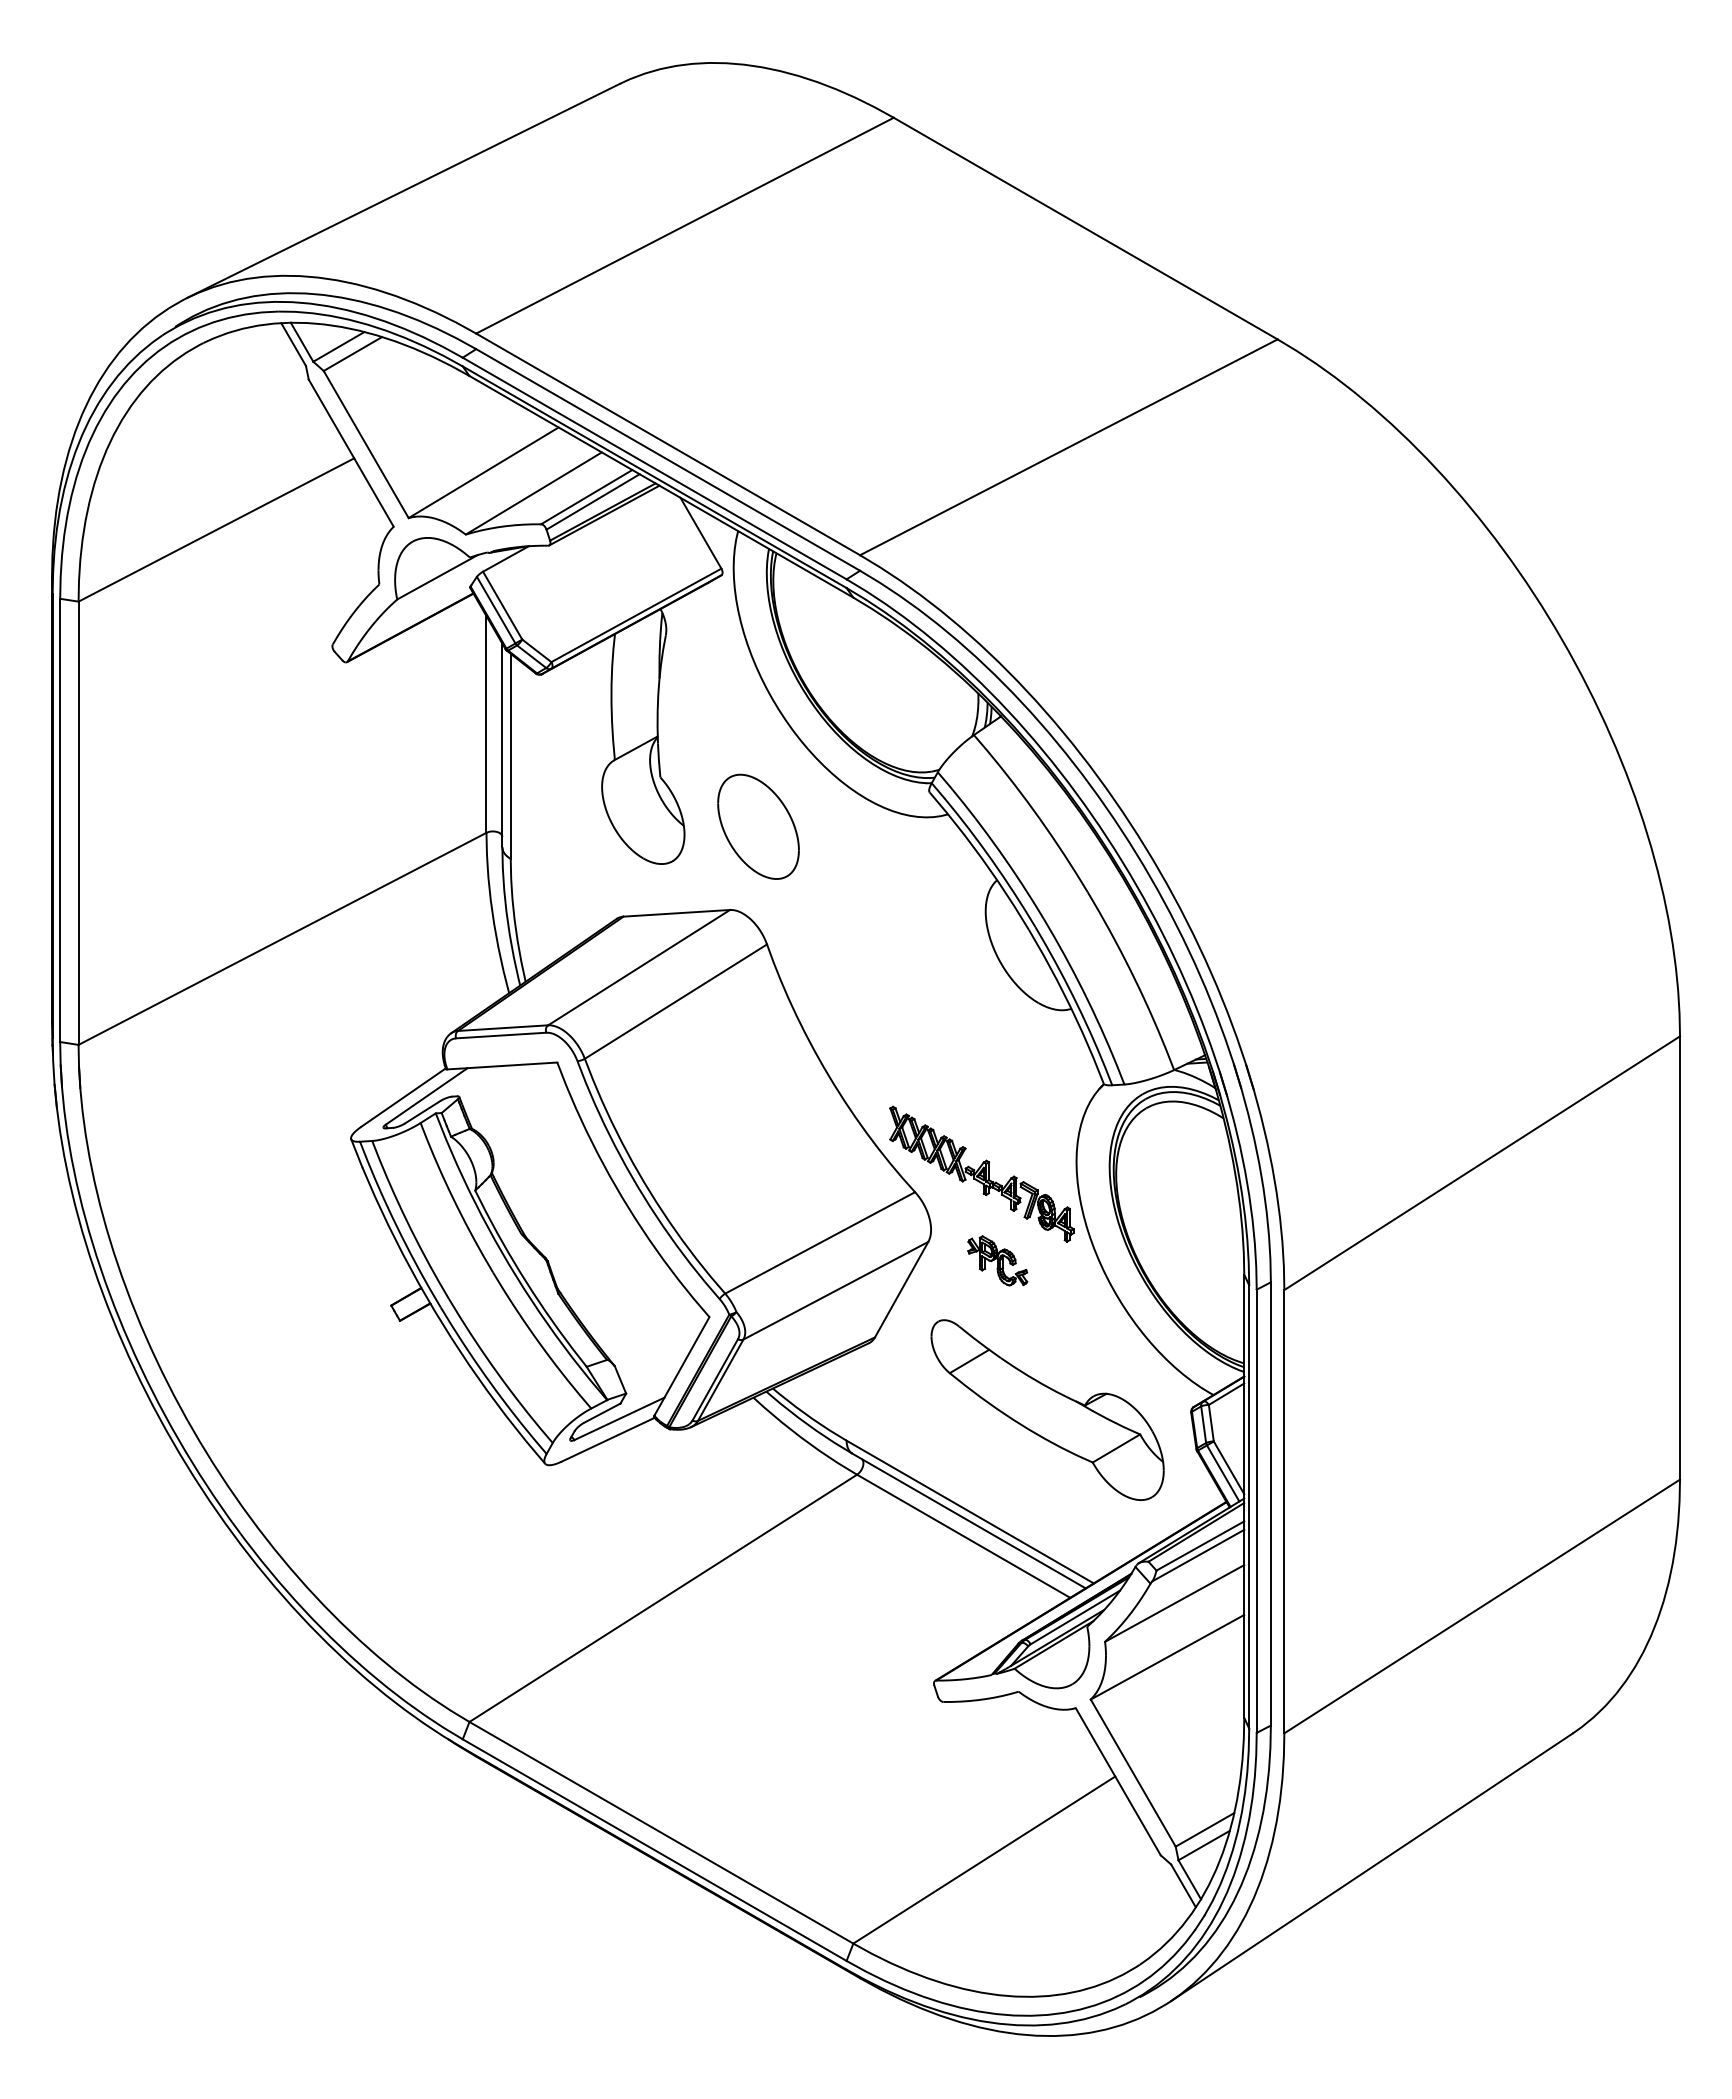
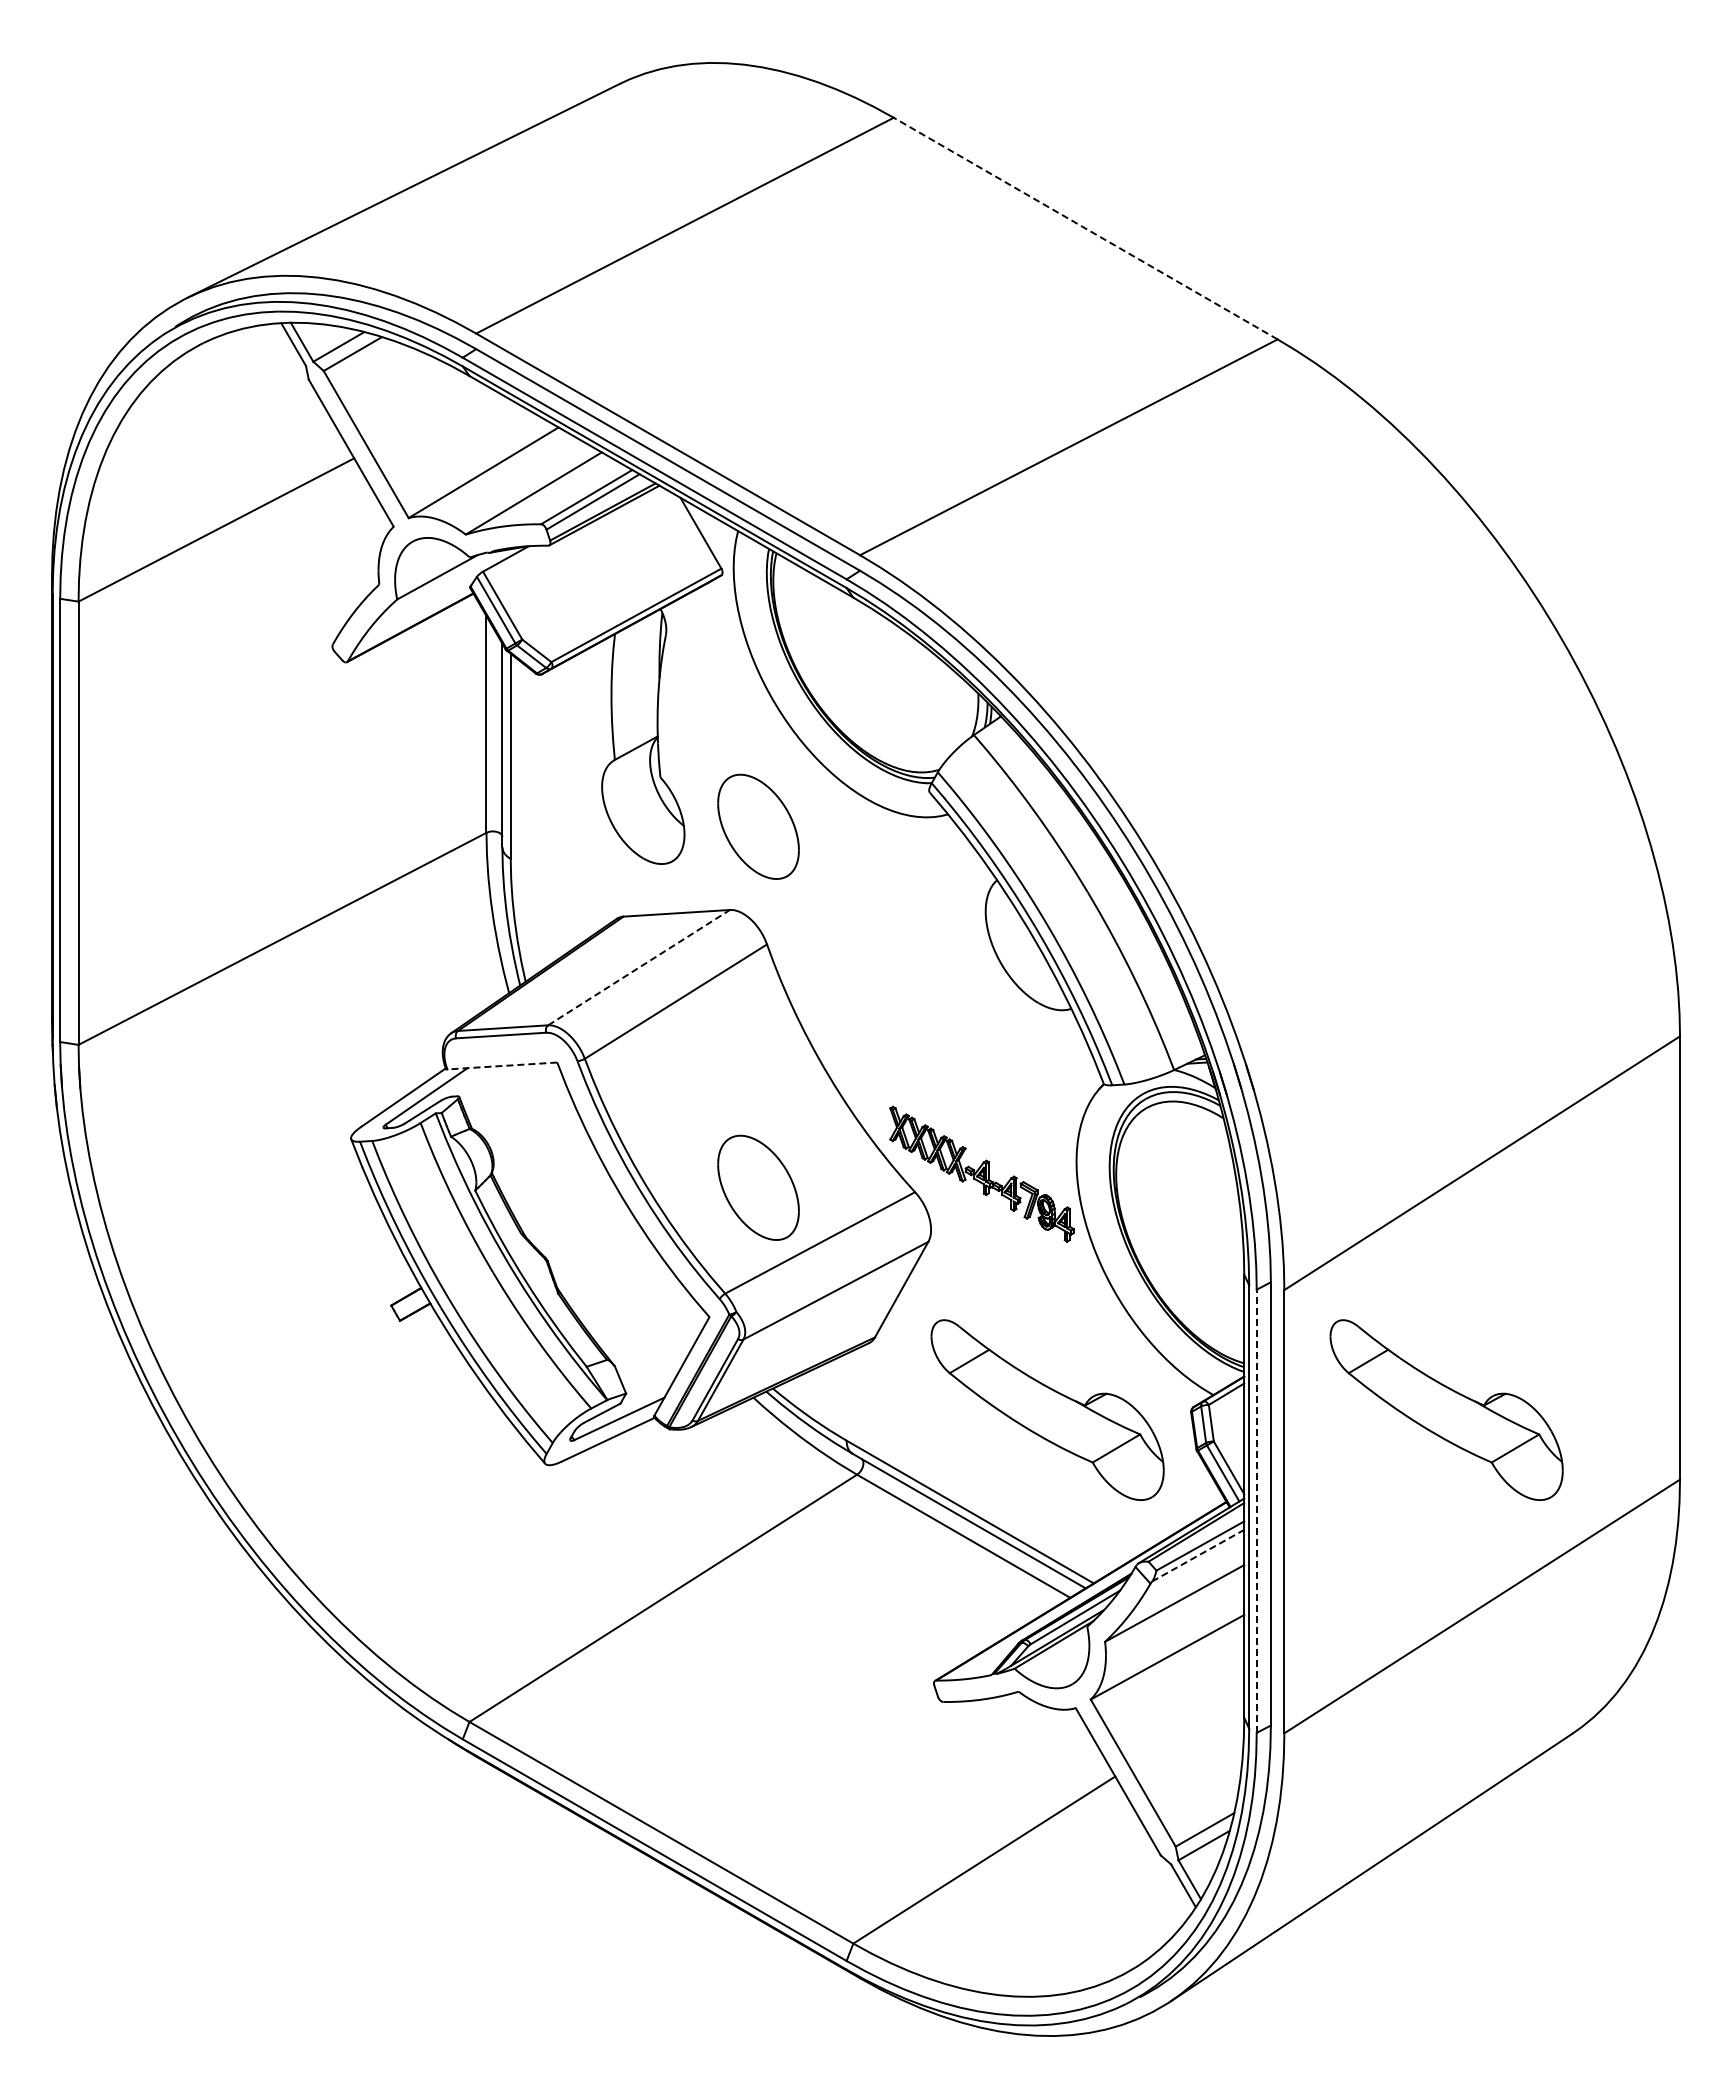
line at (1085, 228): solid -> dashed
line at (639, 967): solid -> dashed
line at (501, 1066): solid -> dashed
part at (758, 1187): none -> present
part at (997, 1260): present -> none
part at (1446, 1409): none -> present
line at (1256, 1511): solid -> dashed
line at (1198, 1555): solid -> dashed
